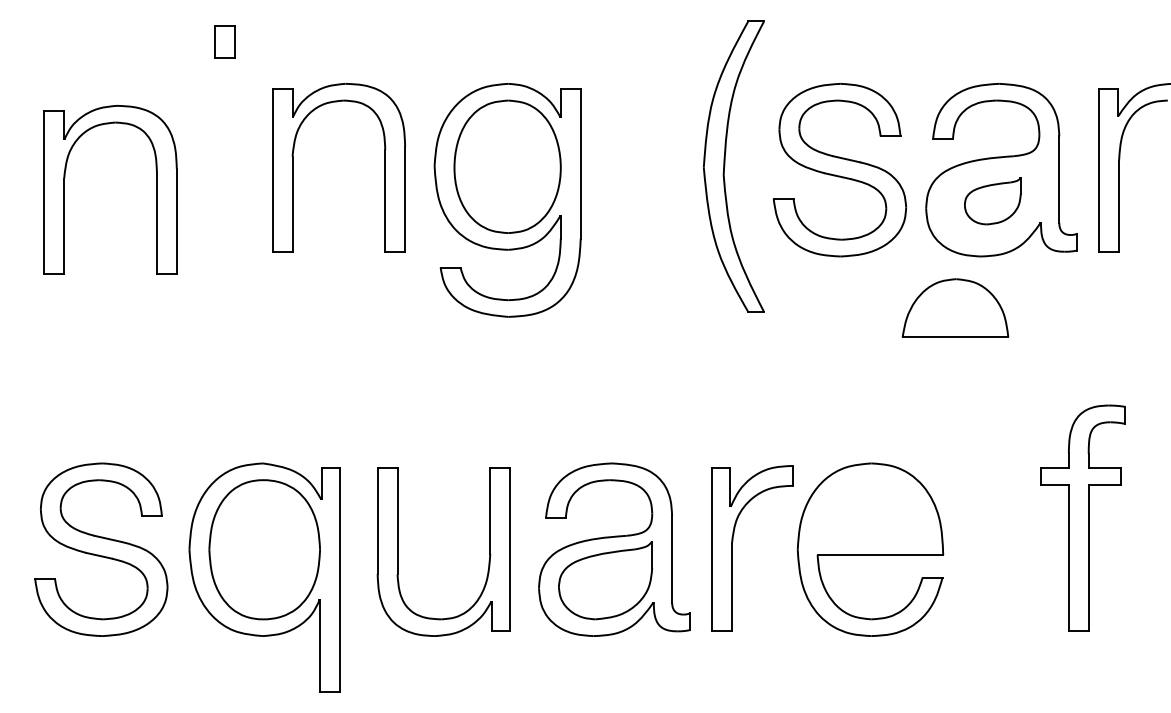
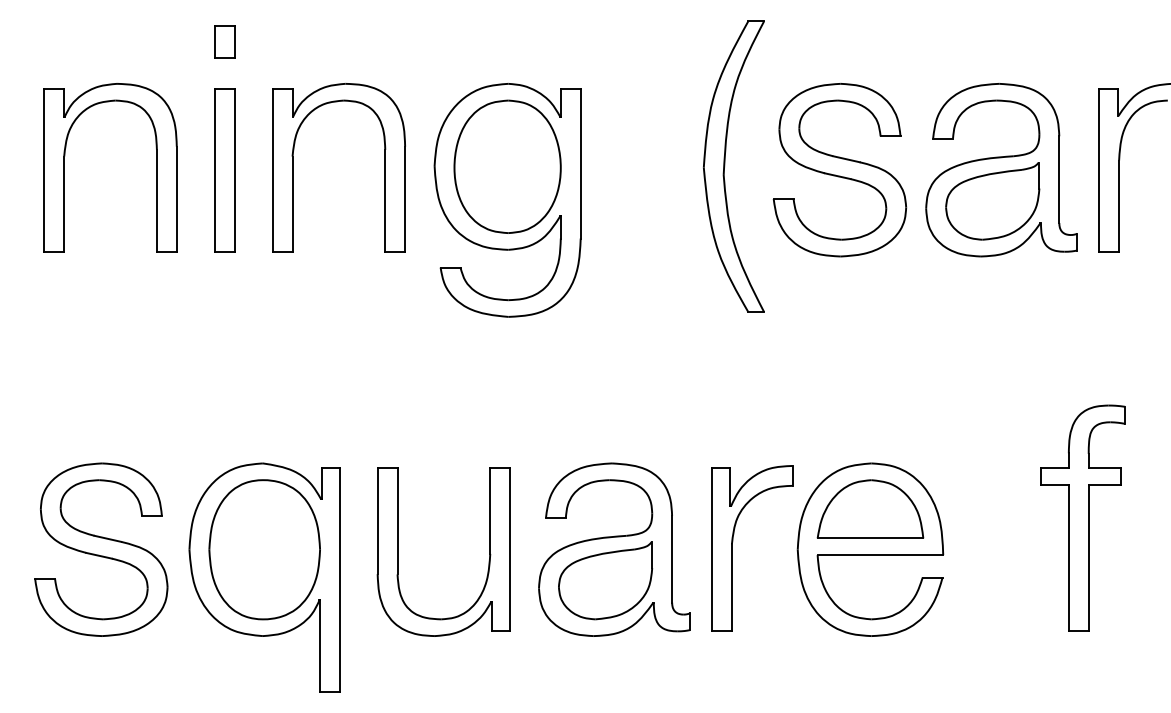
part at (224, 170): none -> present
part at (64, 189) position: (64, 189) -> (64, 167)
part at (992, 201) size: 58x49 px -> 96x79 px
part at (955, 307) position: (955, 307) -> (870, 508)
